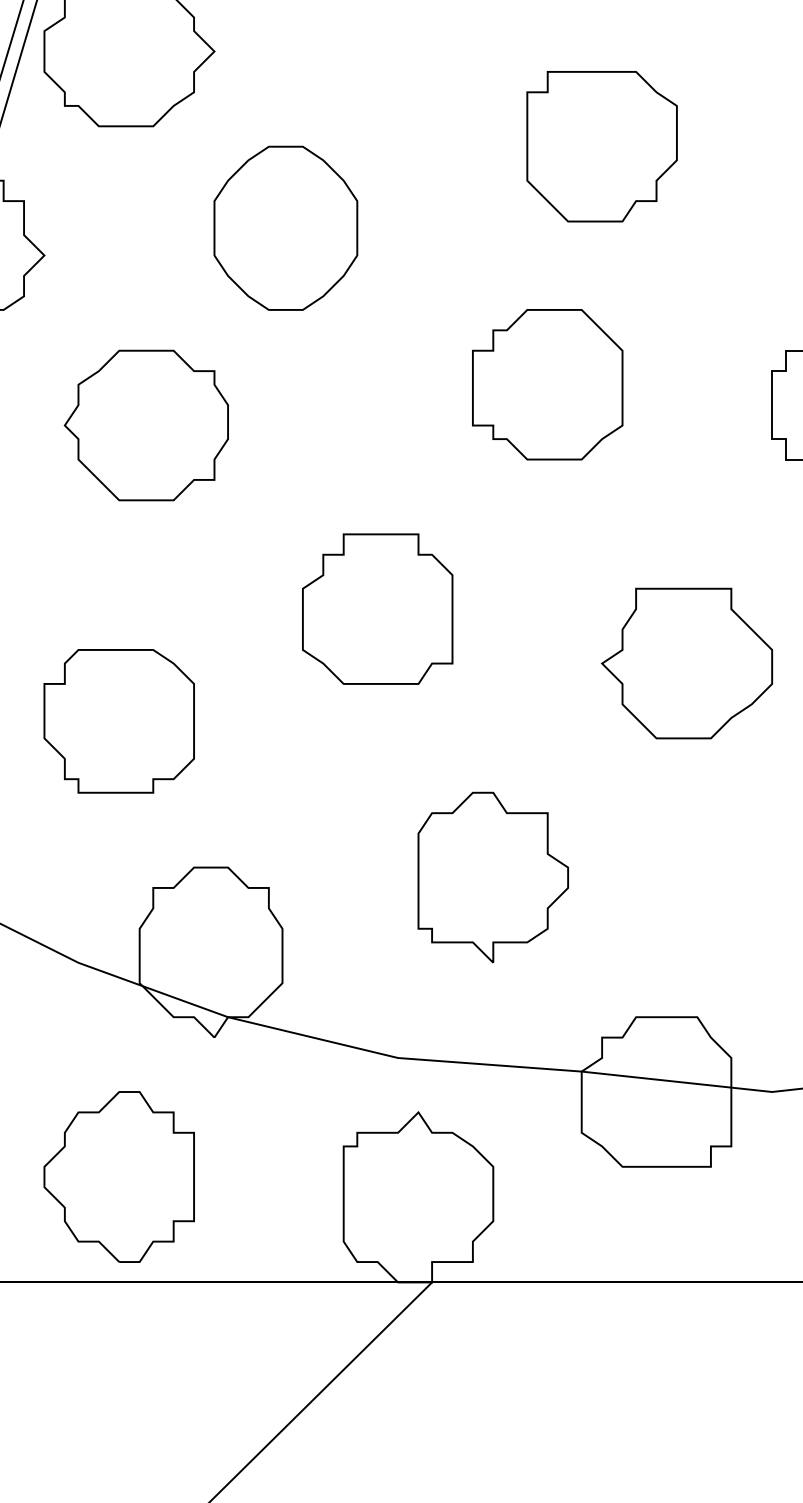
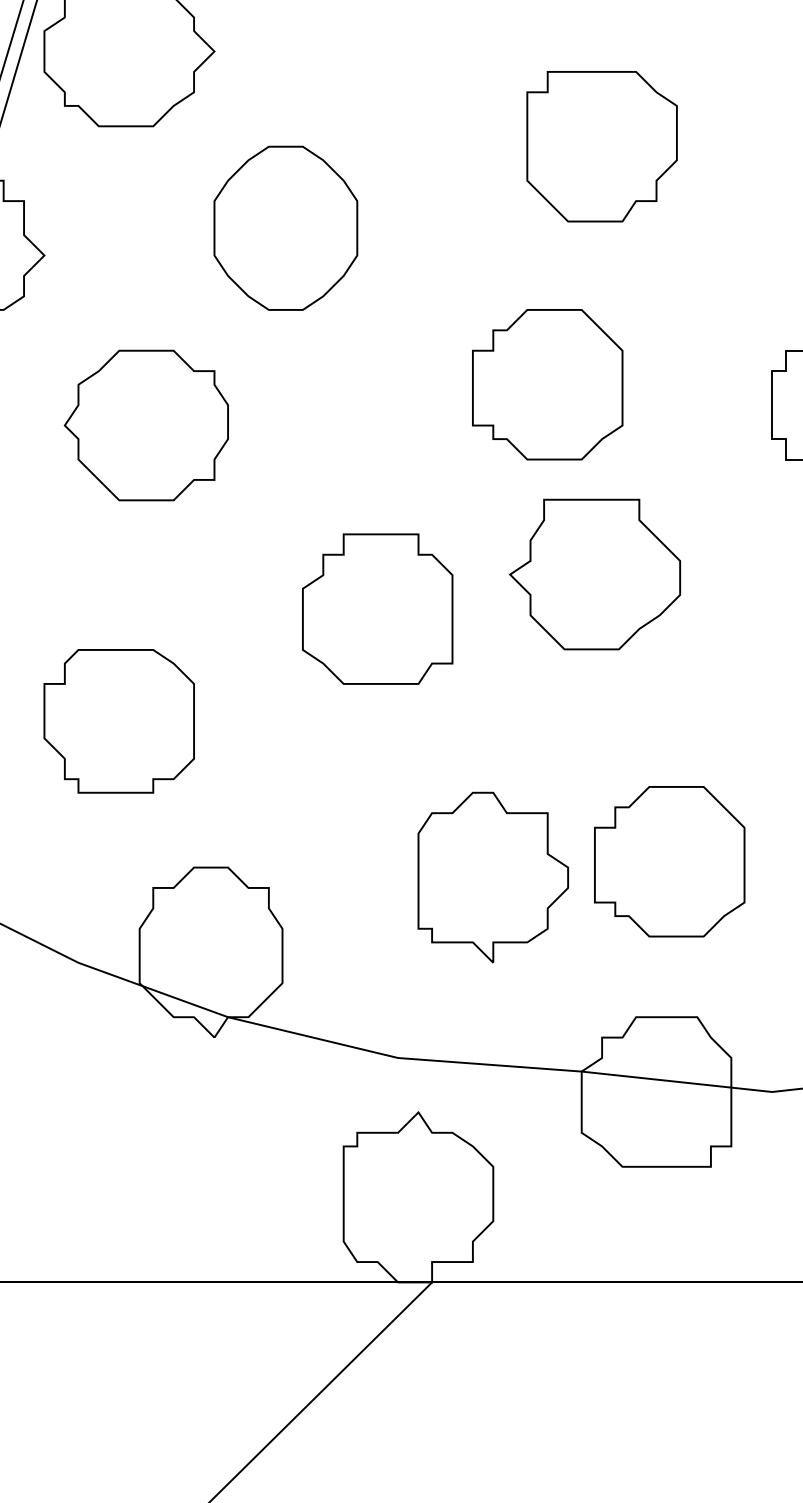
part at (686, 663) position: (686, 663) -> (594, 574)
part at (669, 861): none -> present
part at (118, 1176): present -> none
